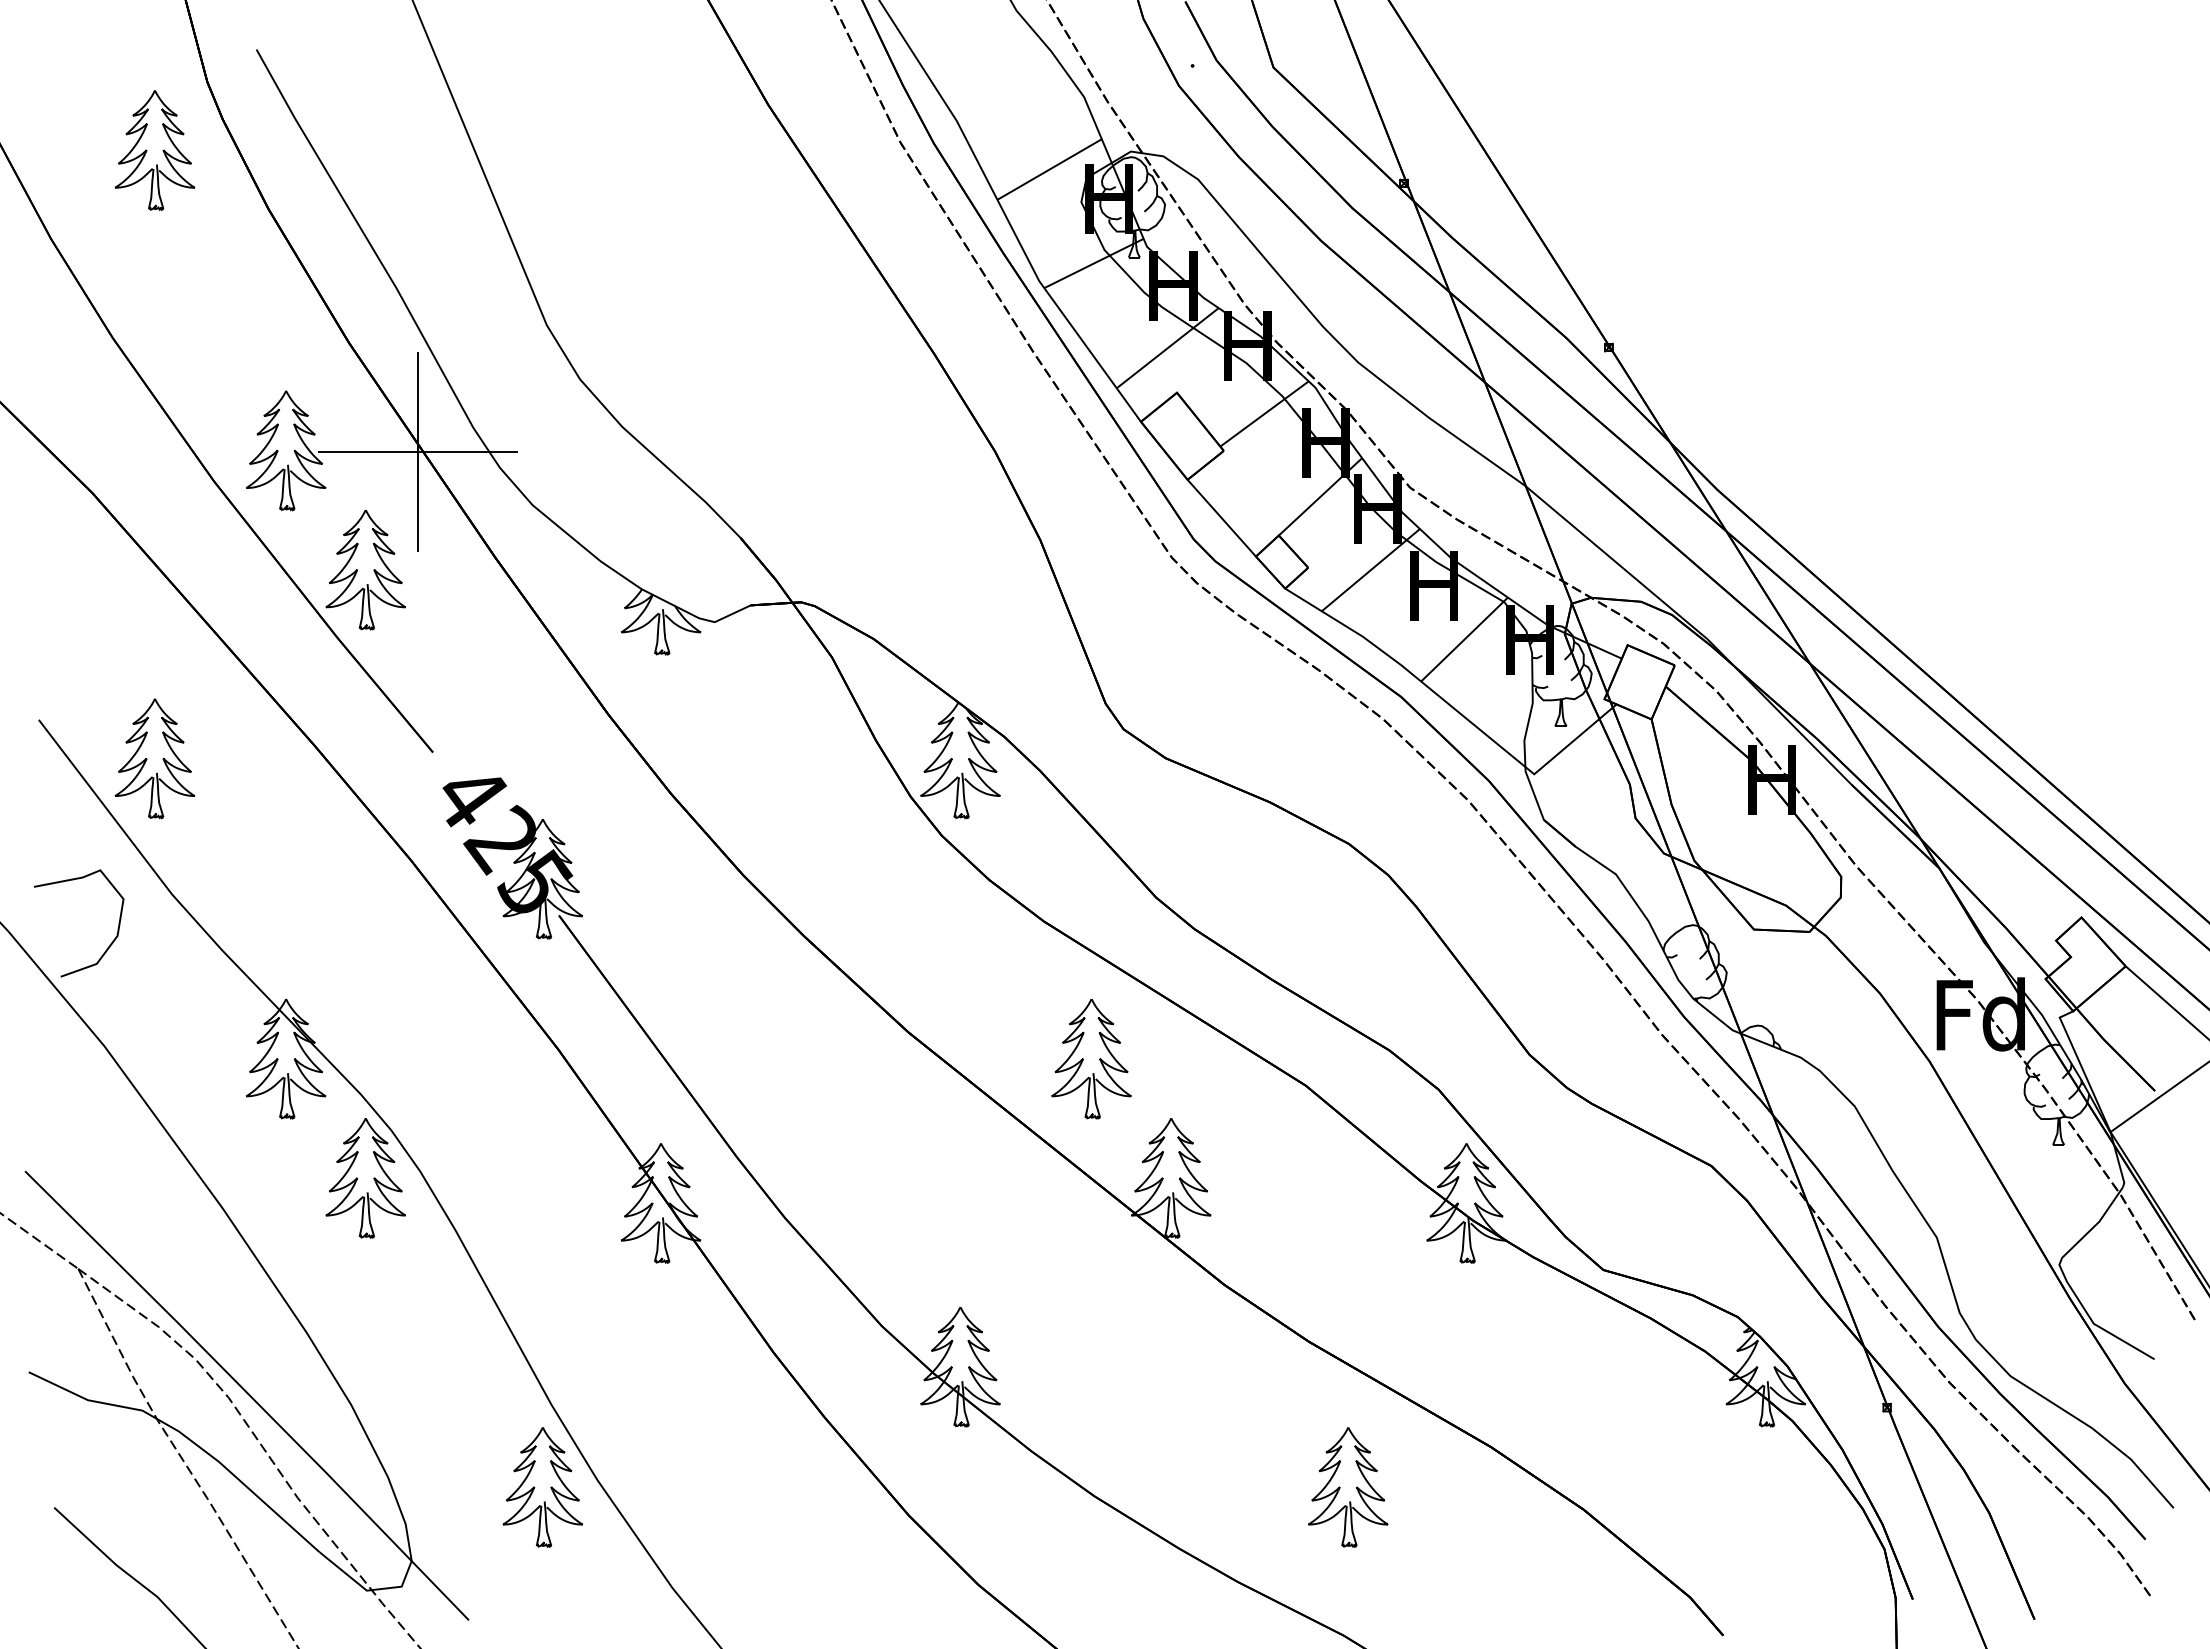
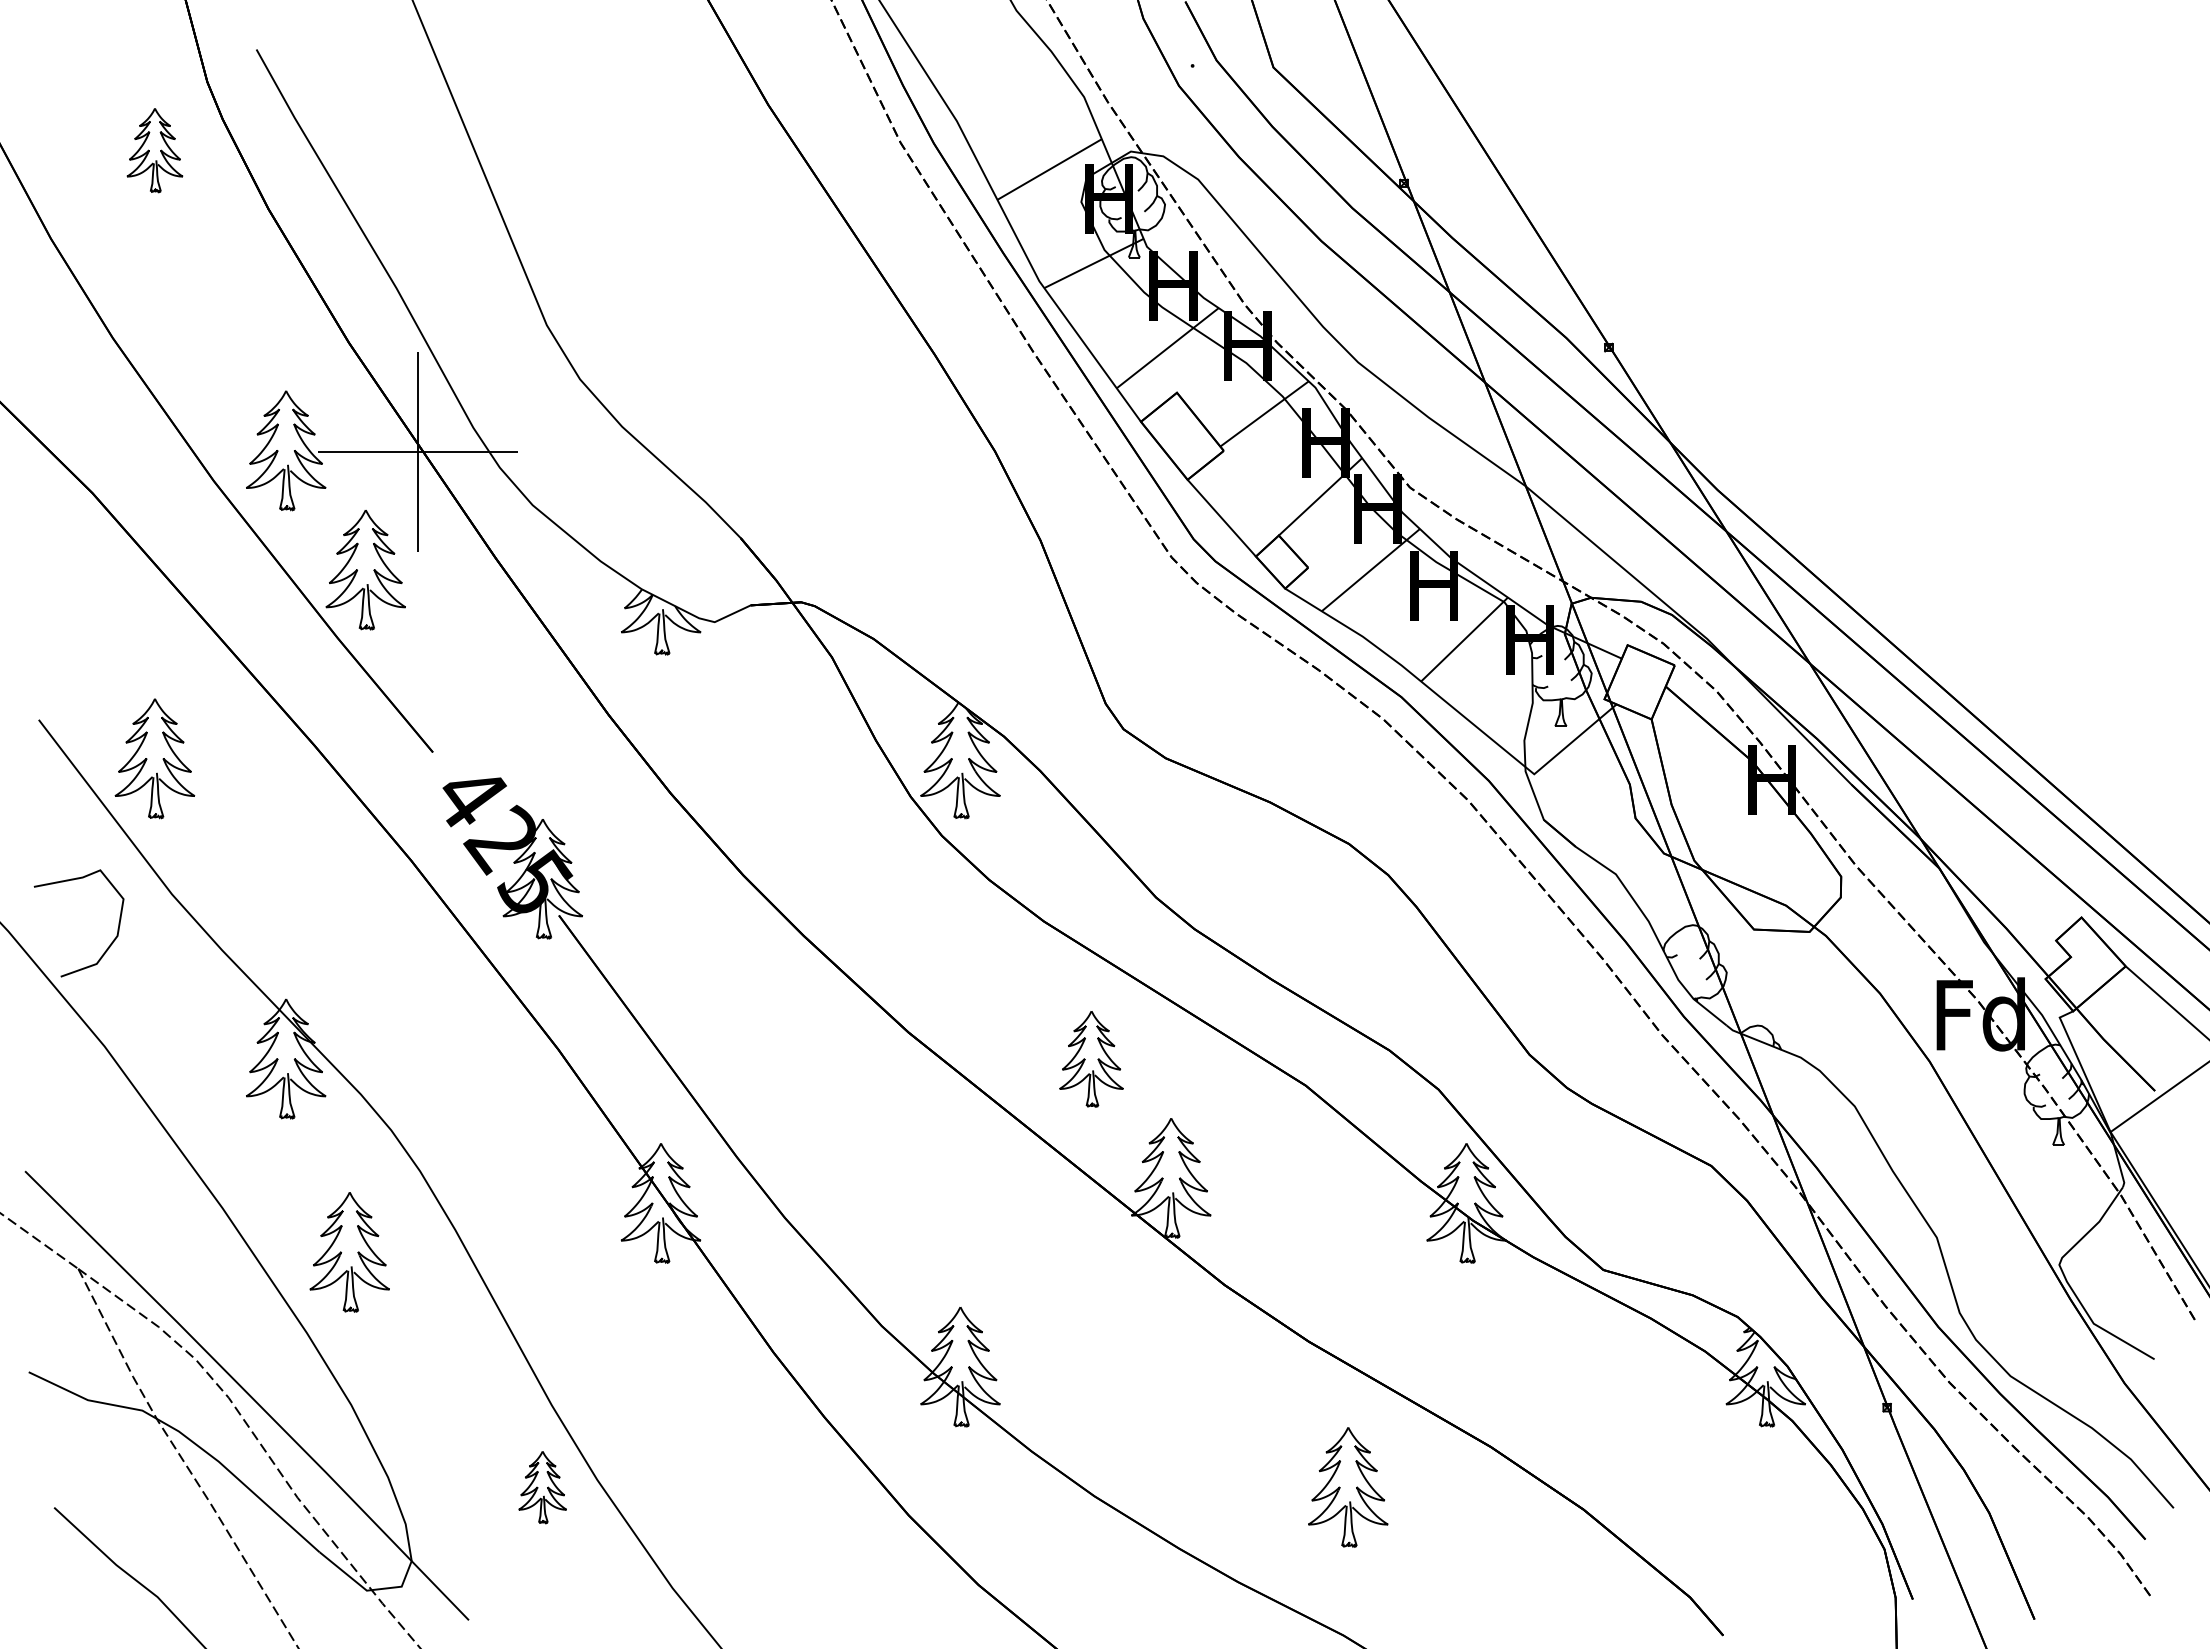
part at (154, 150) size: 82x121 px -> 58x86 px
part at (1091, 1059) size: 81x121 px -> 65x97 px
part at (365, 1178) position: (365, 1178) -> (349, 1252)
part at (542, 1487) size: 81x121 px -> 49x74 px
